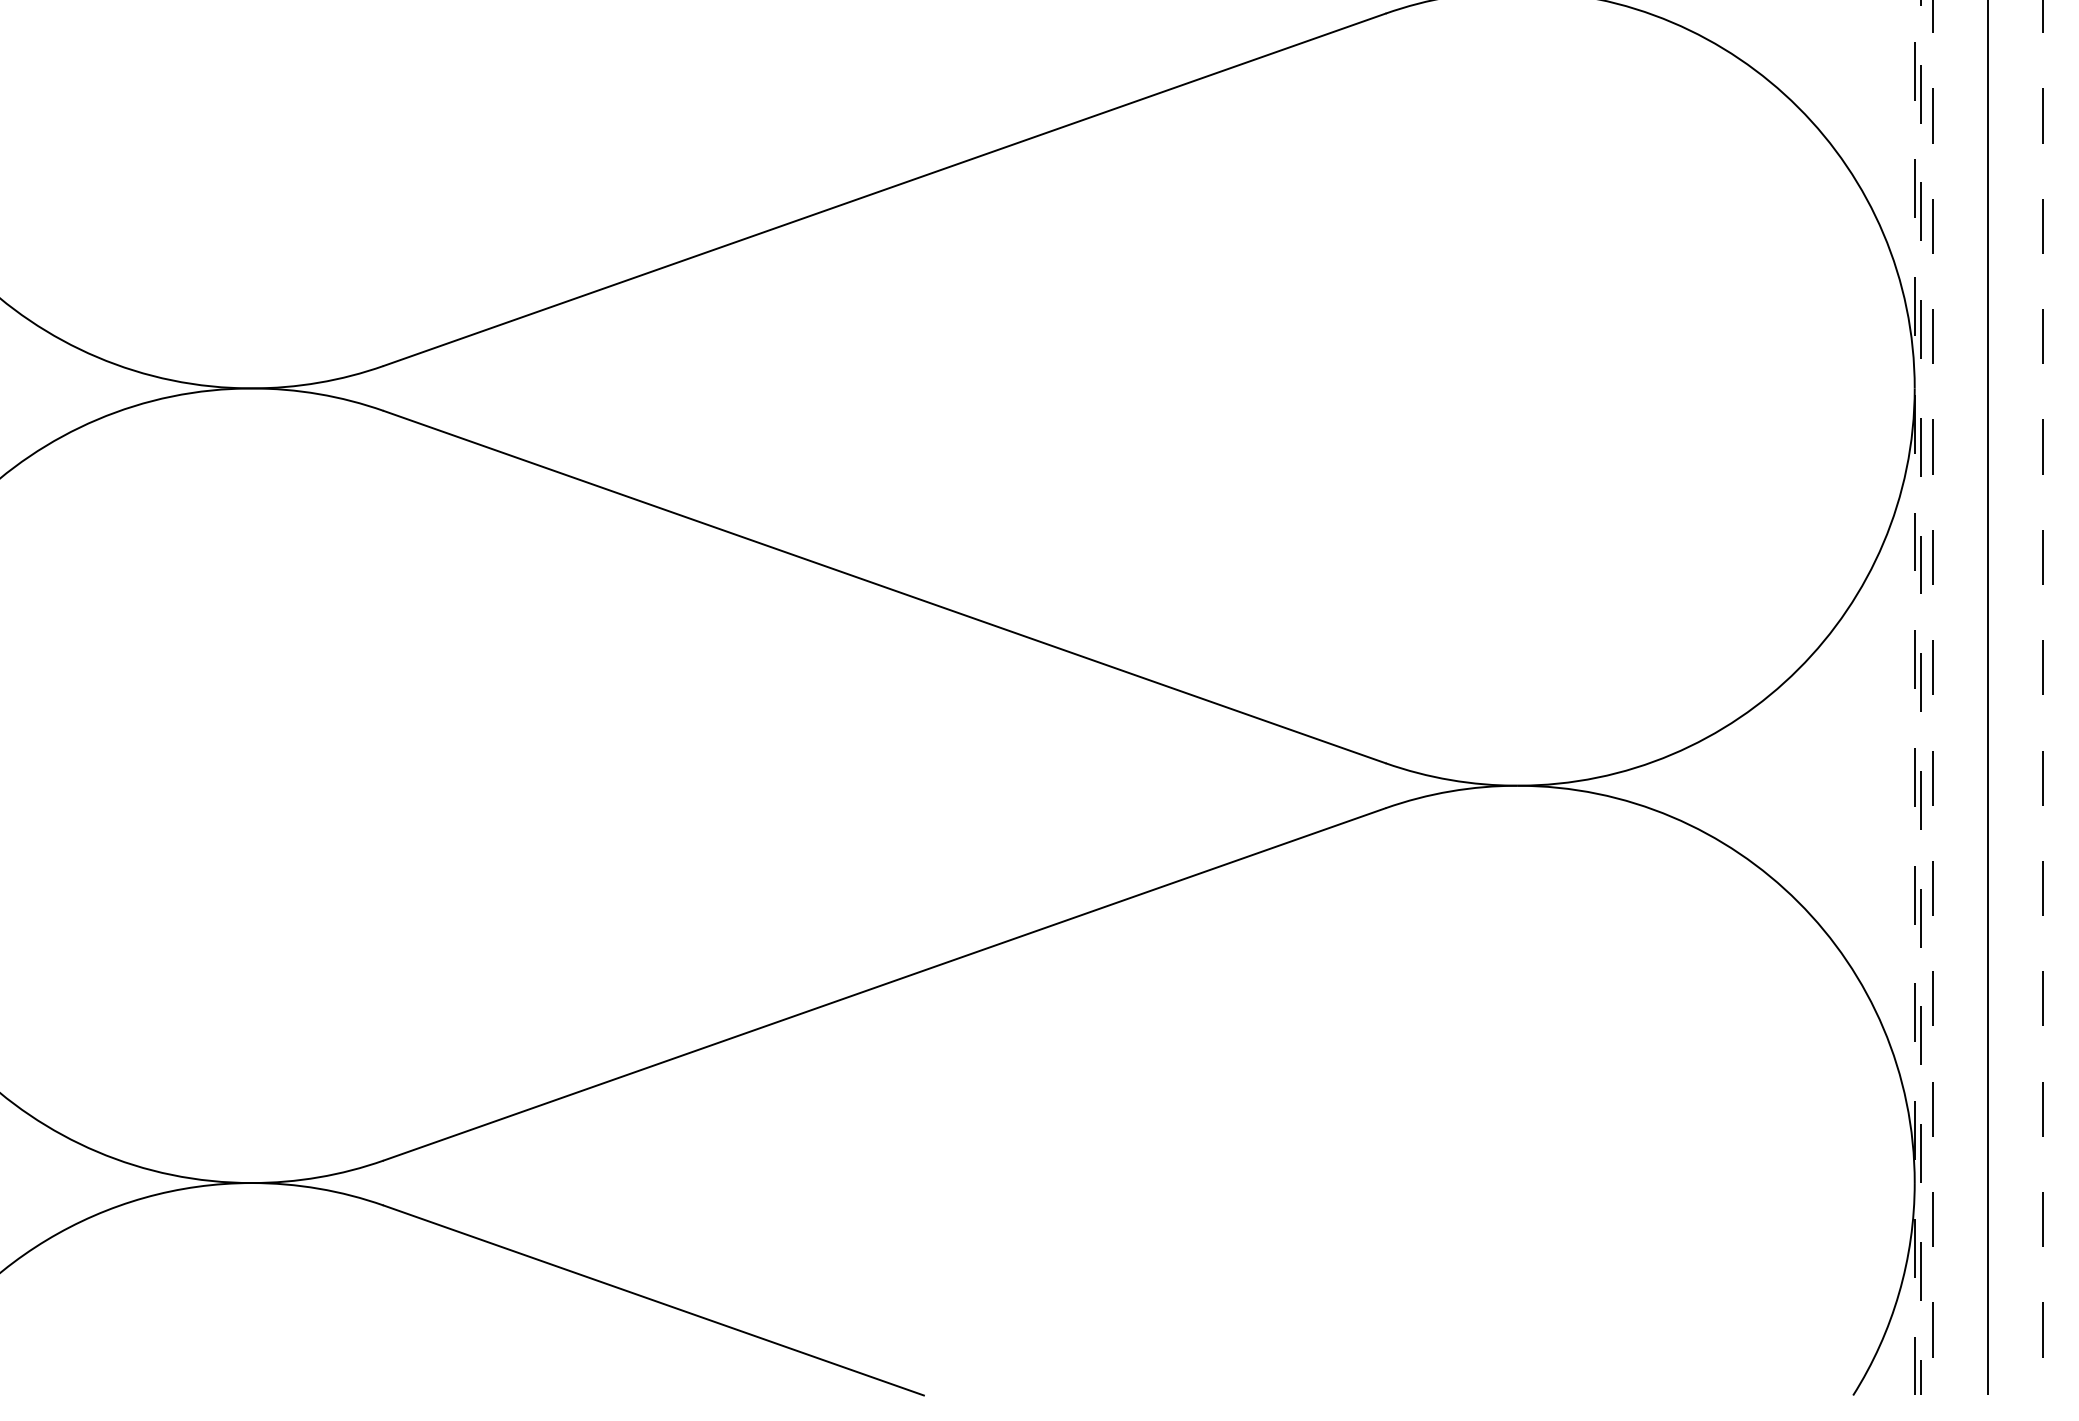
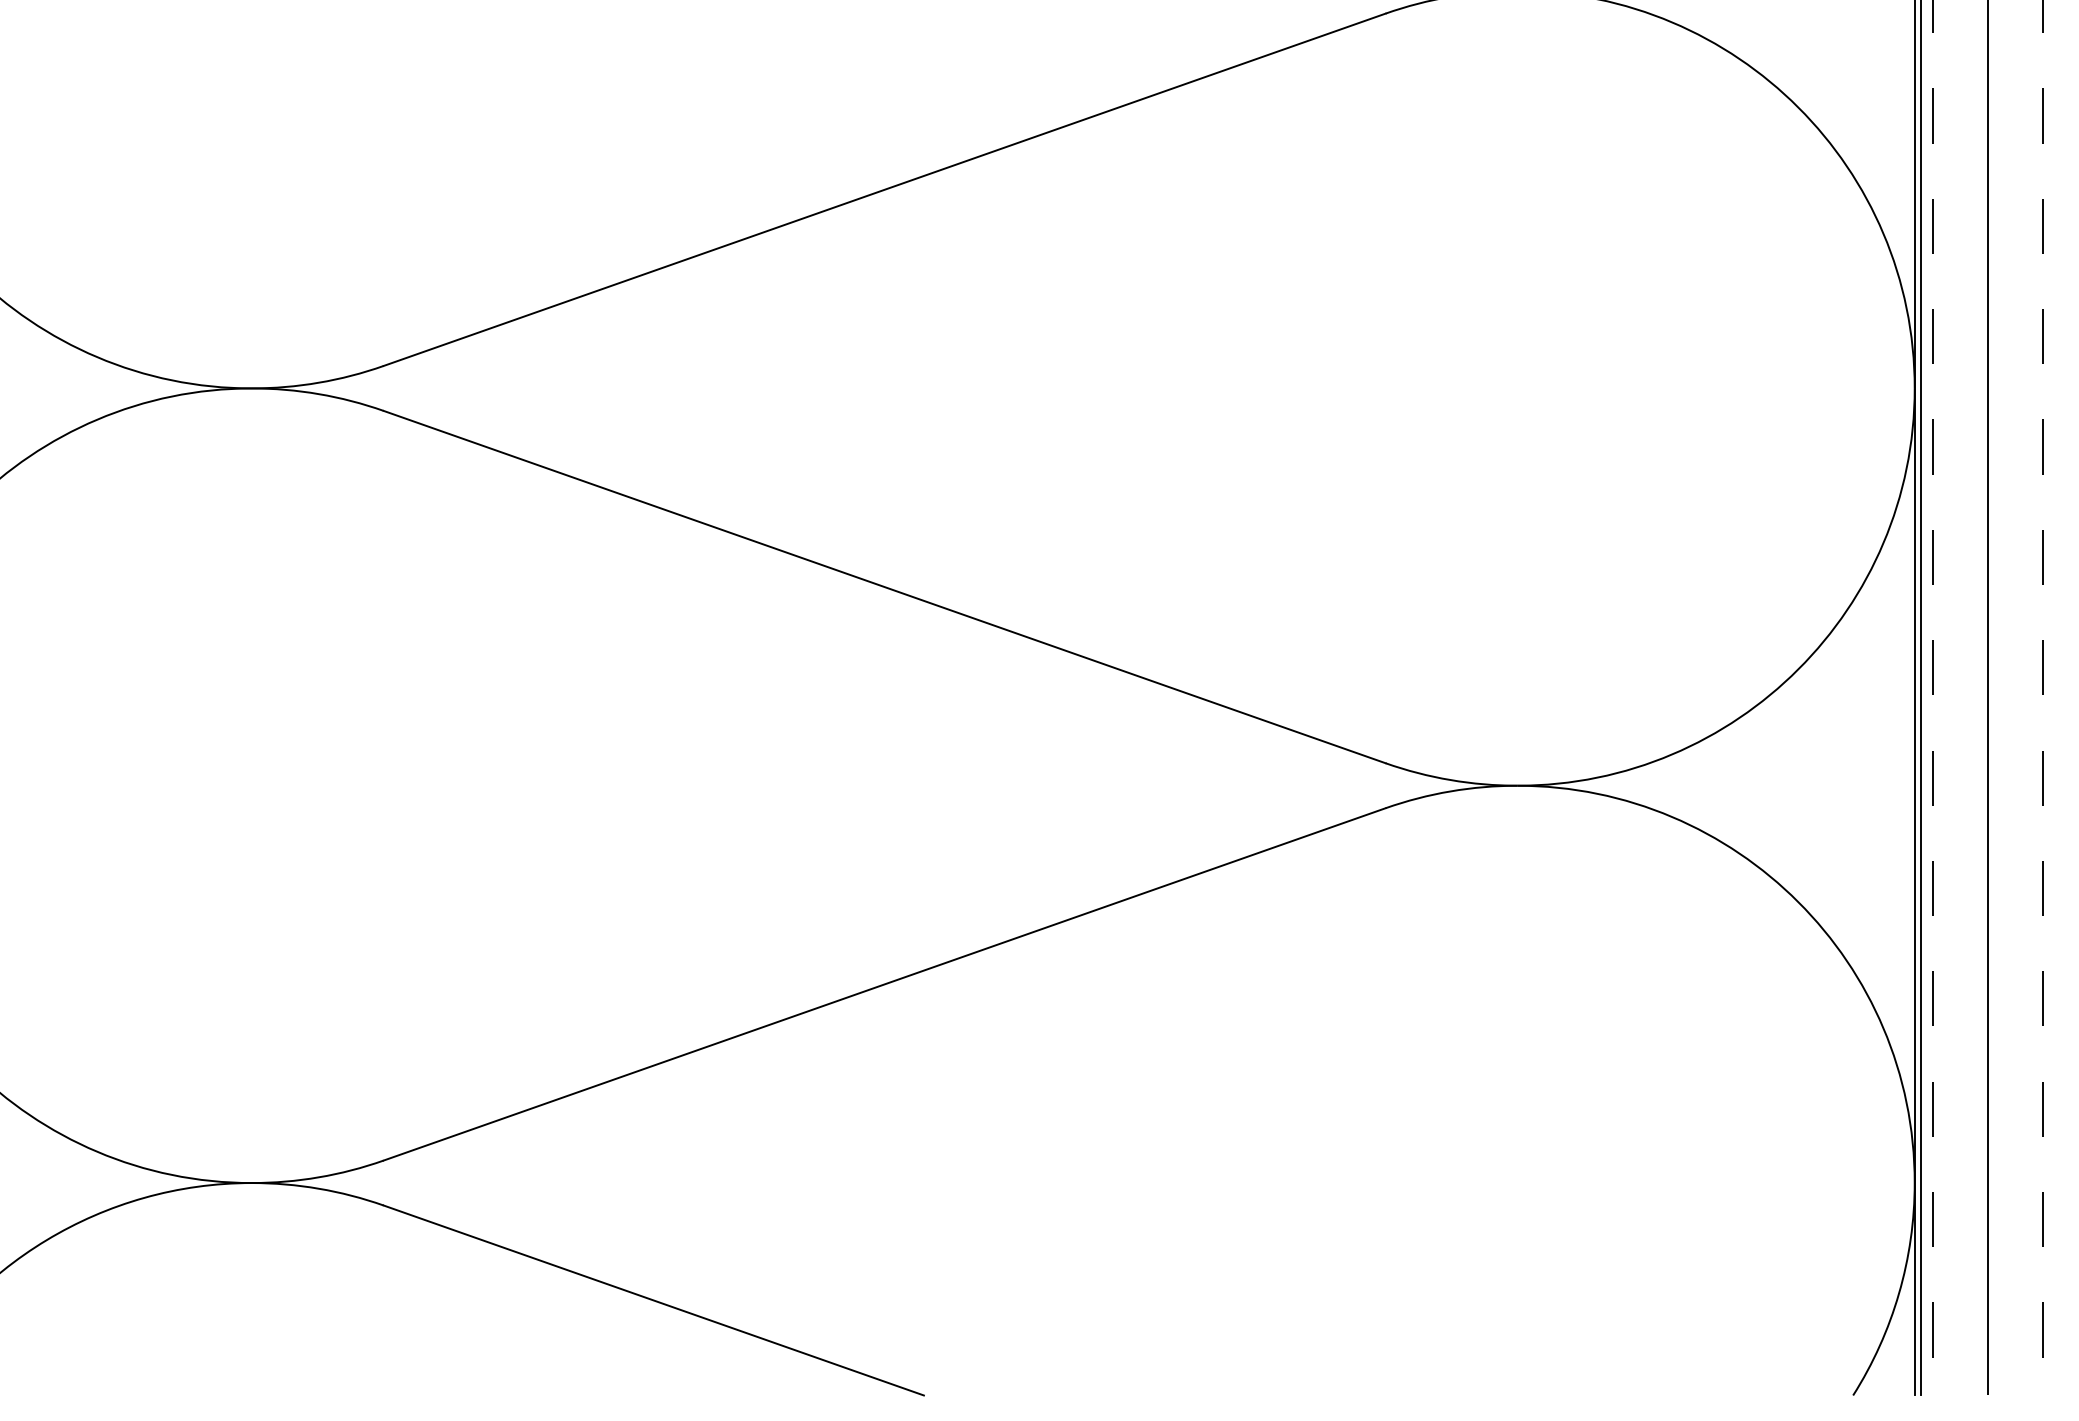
line at (1914, 697): dashed -> solid
line at (1920, 697): dashed -> solid
